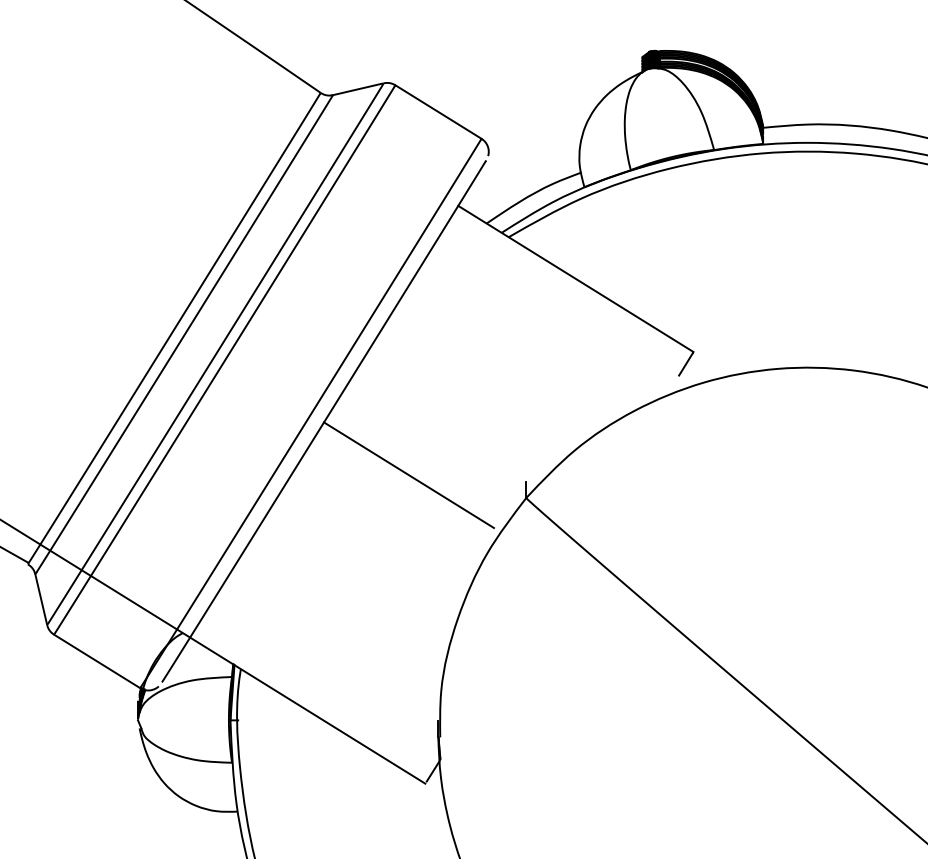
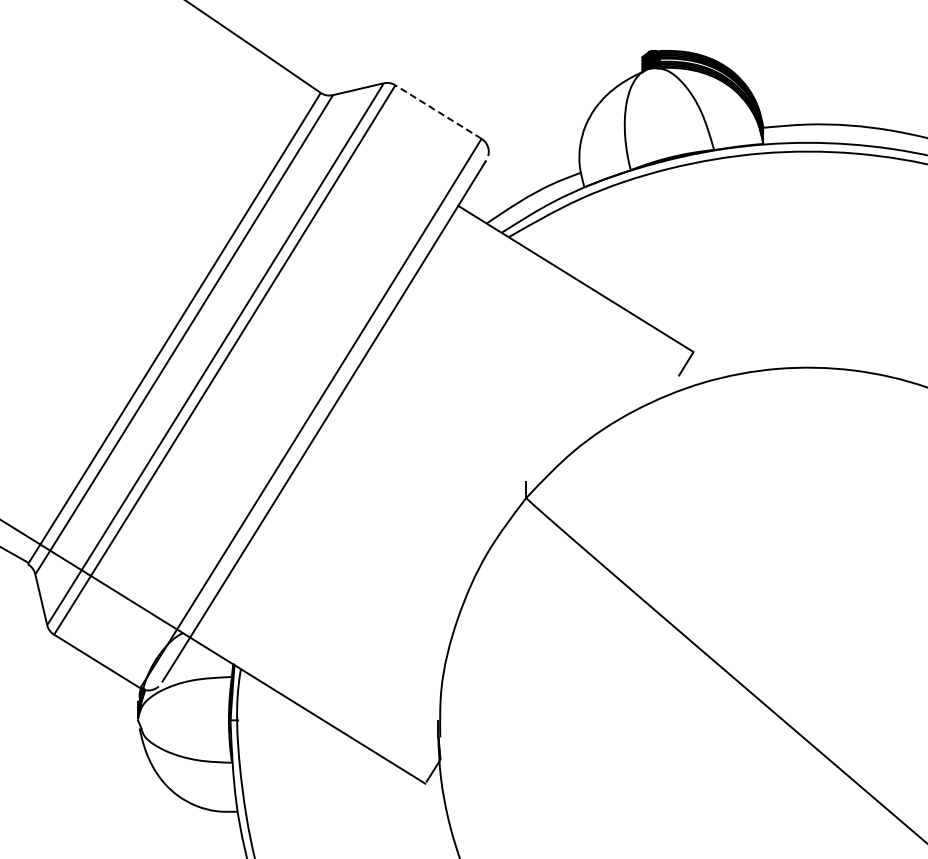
line at (438, 111): solid -> dashed
line at (409, 475): present -> none
